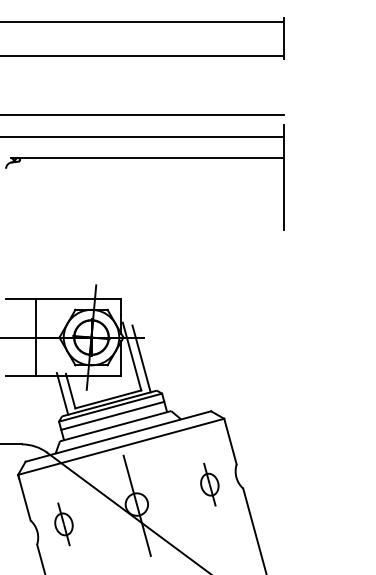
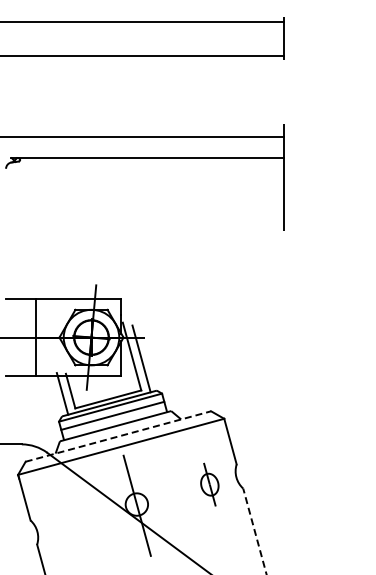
line at (142, 115): present -> none
line at (118, 436): solid -> dashed
part at (63, 524): present -> none
line at (254, 531): solid -> dashed
